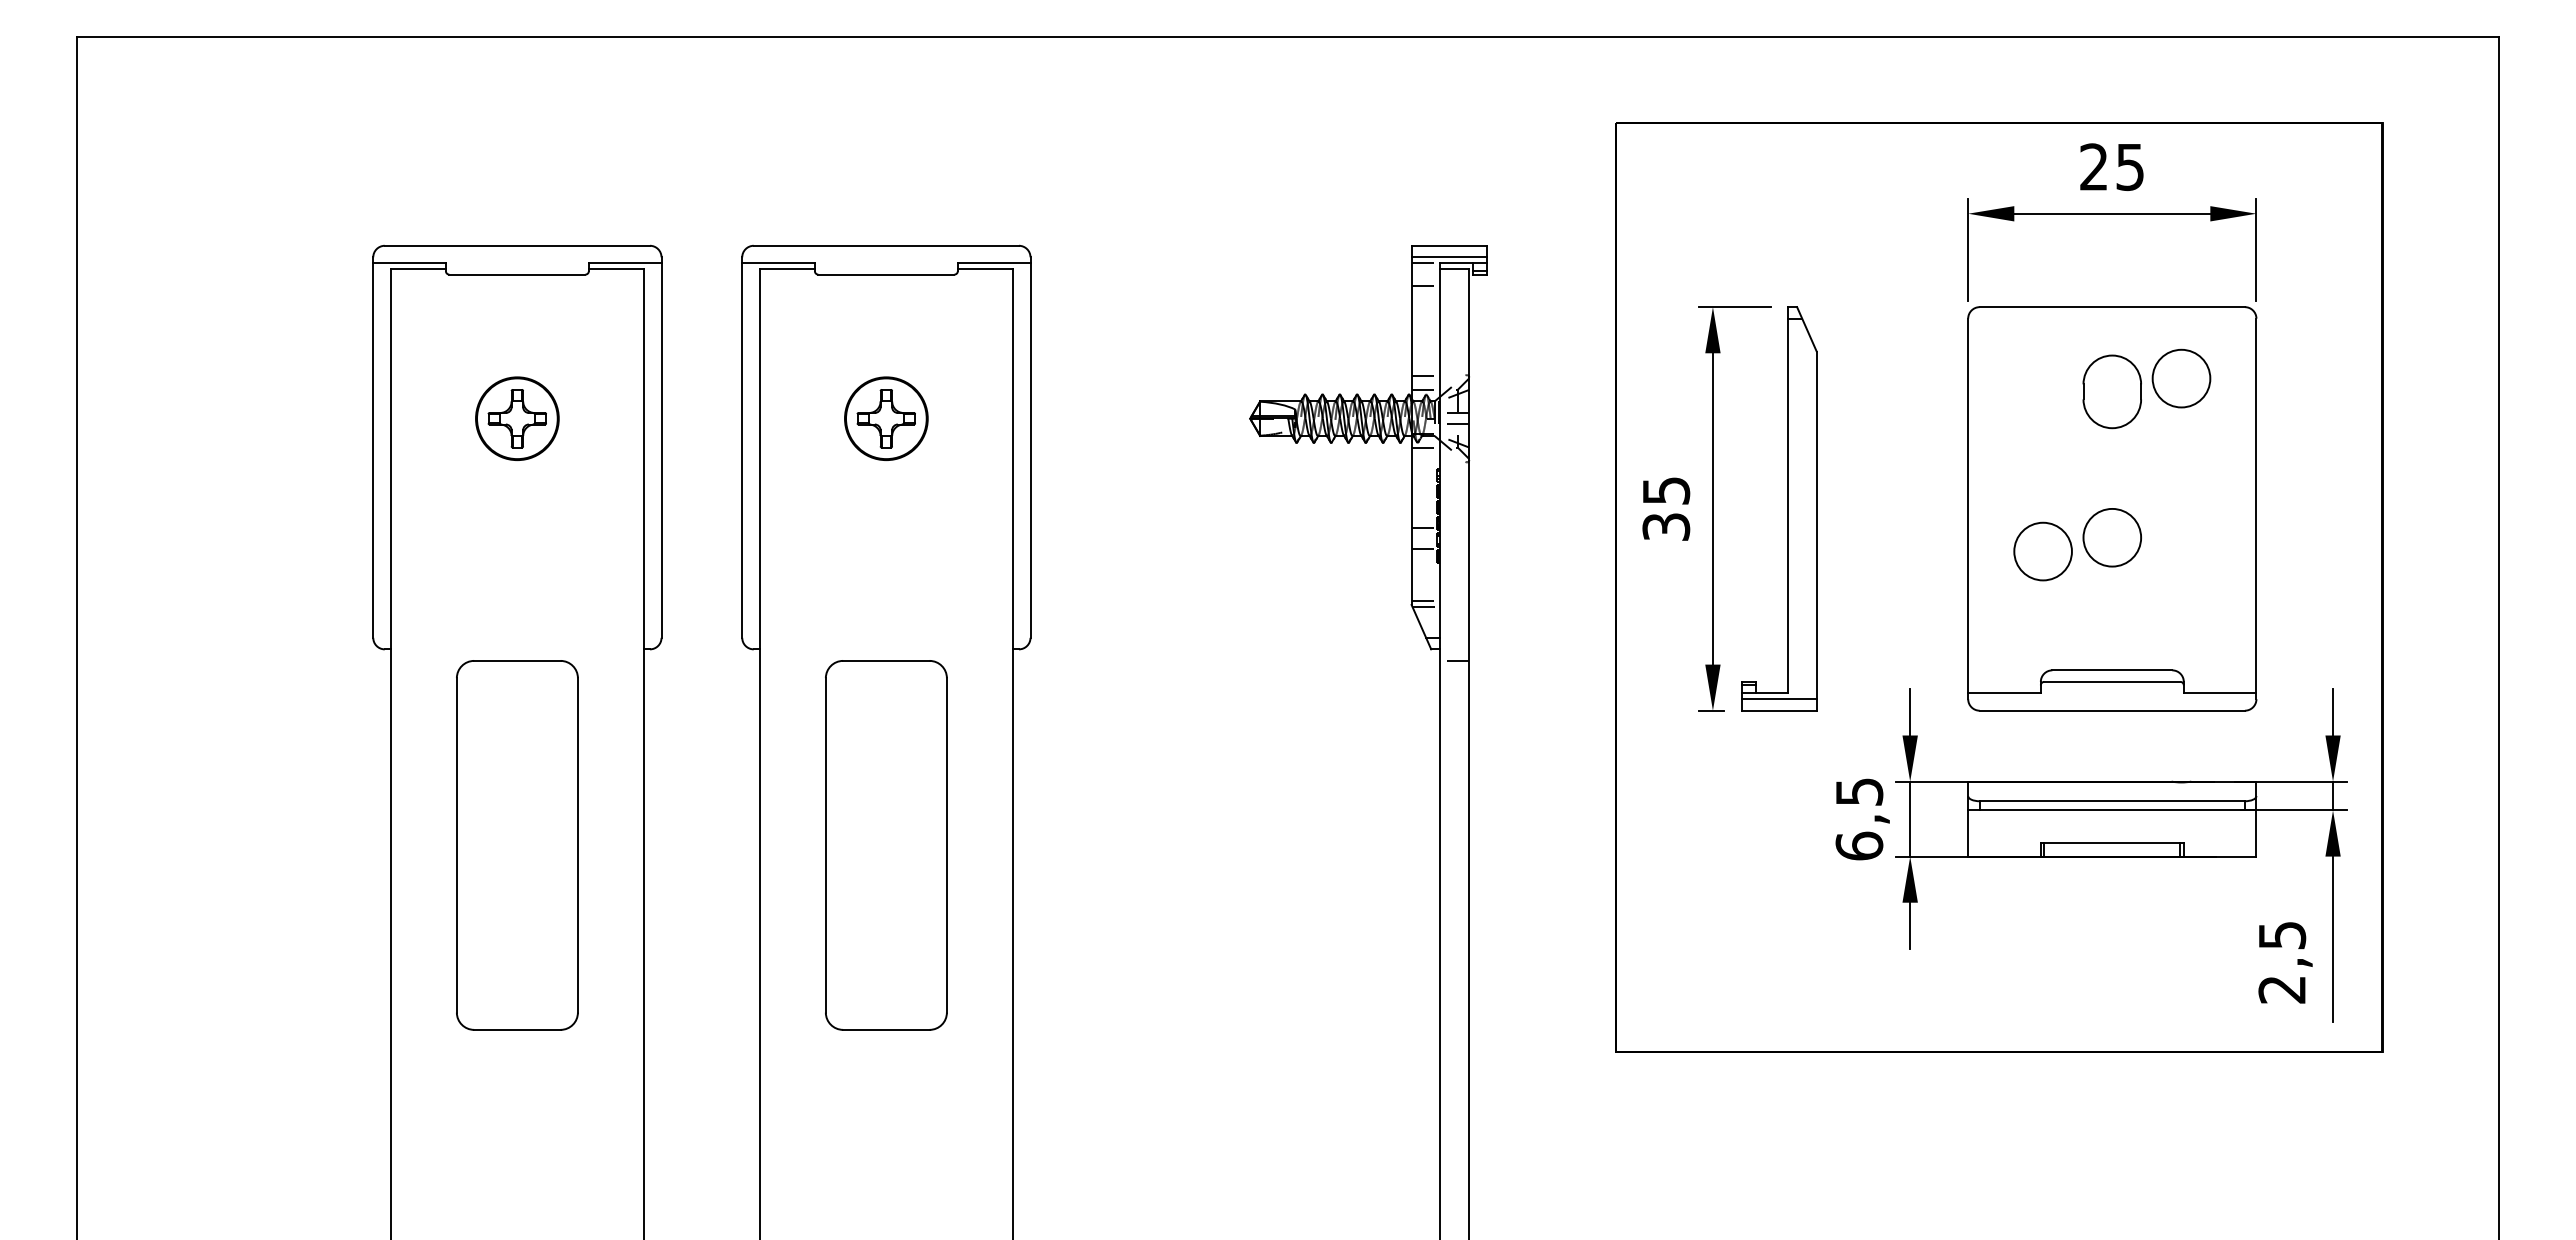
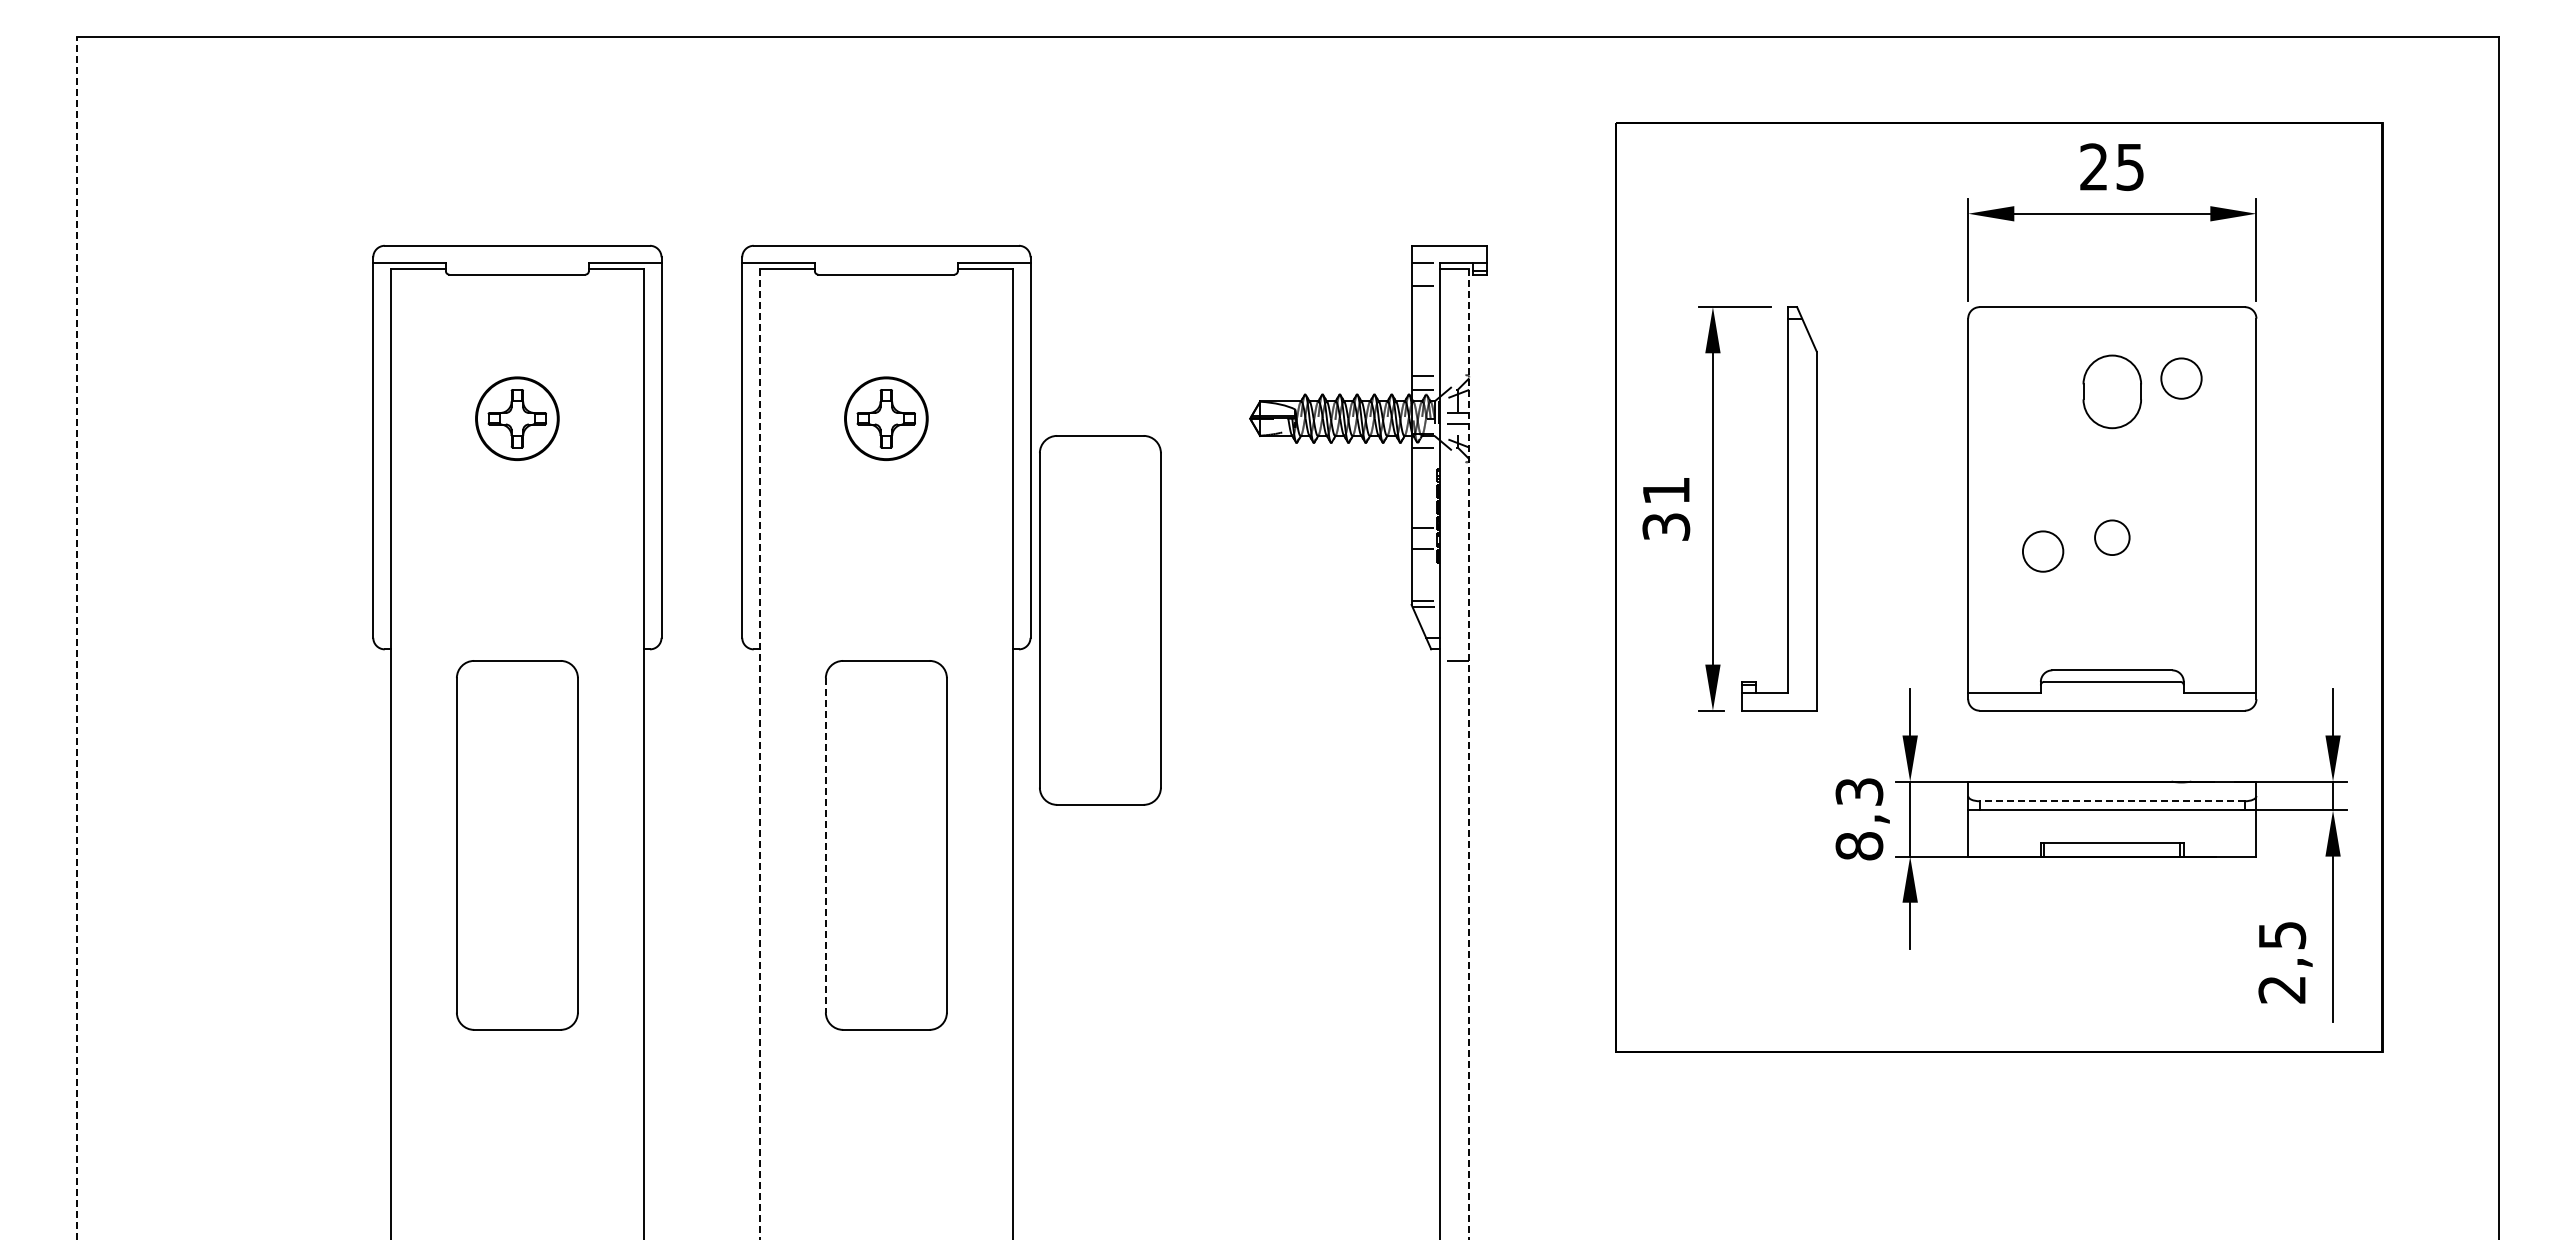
line at (1448, 257): present -> none
circle at (2181, 378) diameter: 58 px -> 40 px
text at (1666, 490): 35 -> 31
circle at (2112, 537) diameter: 58 px -> 35 px
circle at (2042, 551) diameter: 58 px -> 40 px
part at (1100, 620): none -> present
line at (77, 638): solid -> dashed
line at (1778, 699): present -> none
line at (759, 754): solid -> dashed
line at (1469, 754): solid -> dashed
line at (2112, 801): solid -> dashed
text at (1859, 819): 6,5 -> 8,3
line at (825, 845): solid -> dashed
